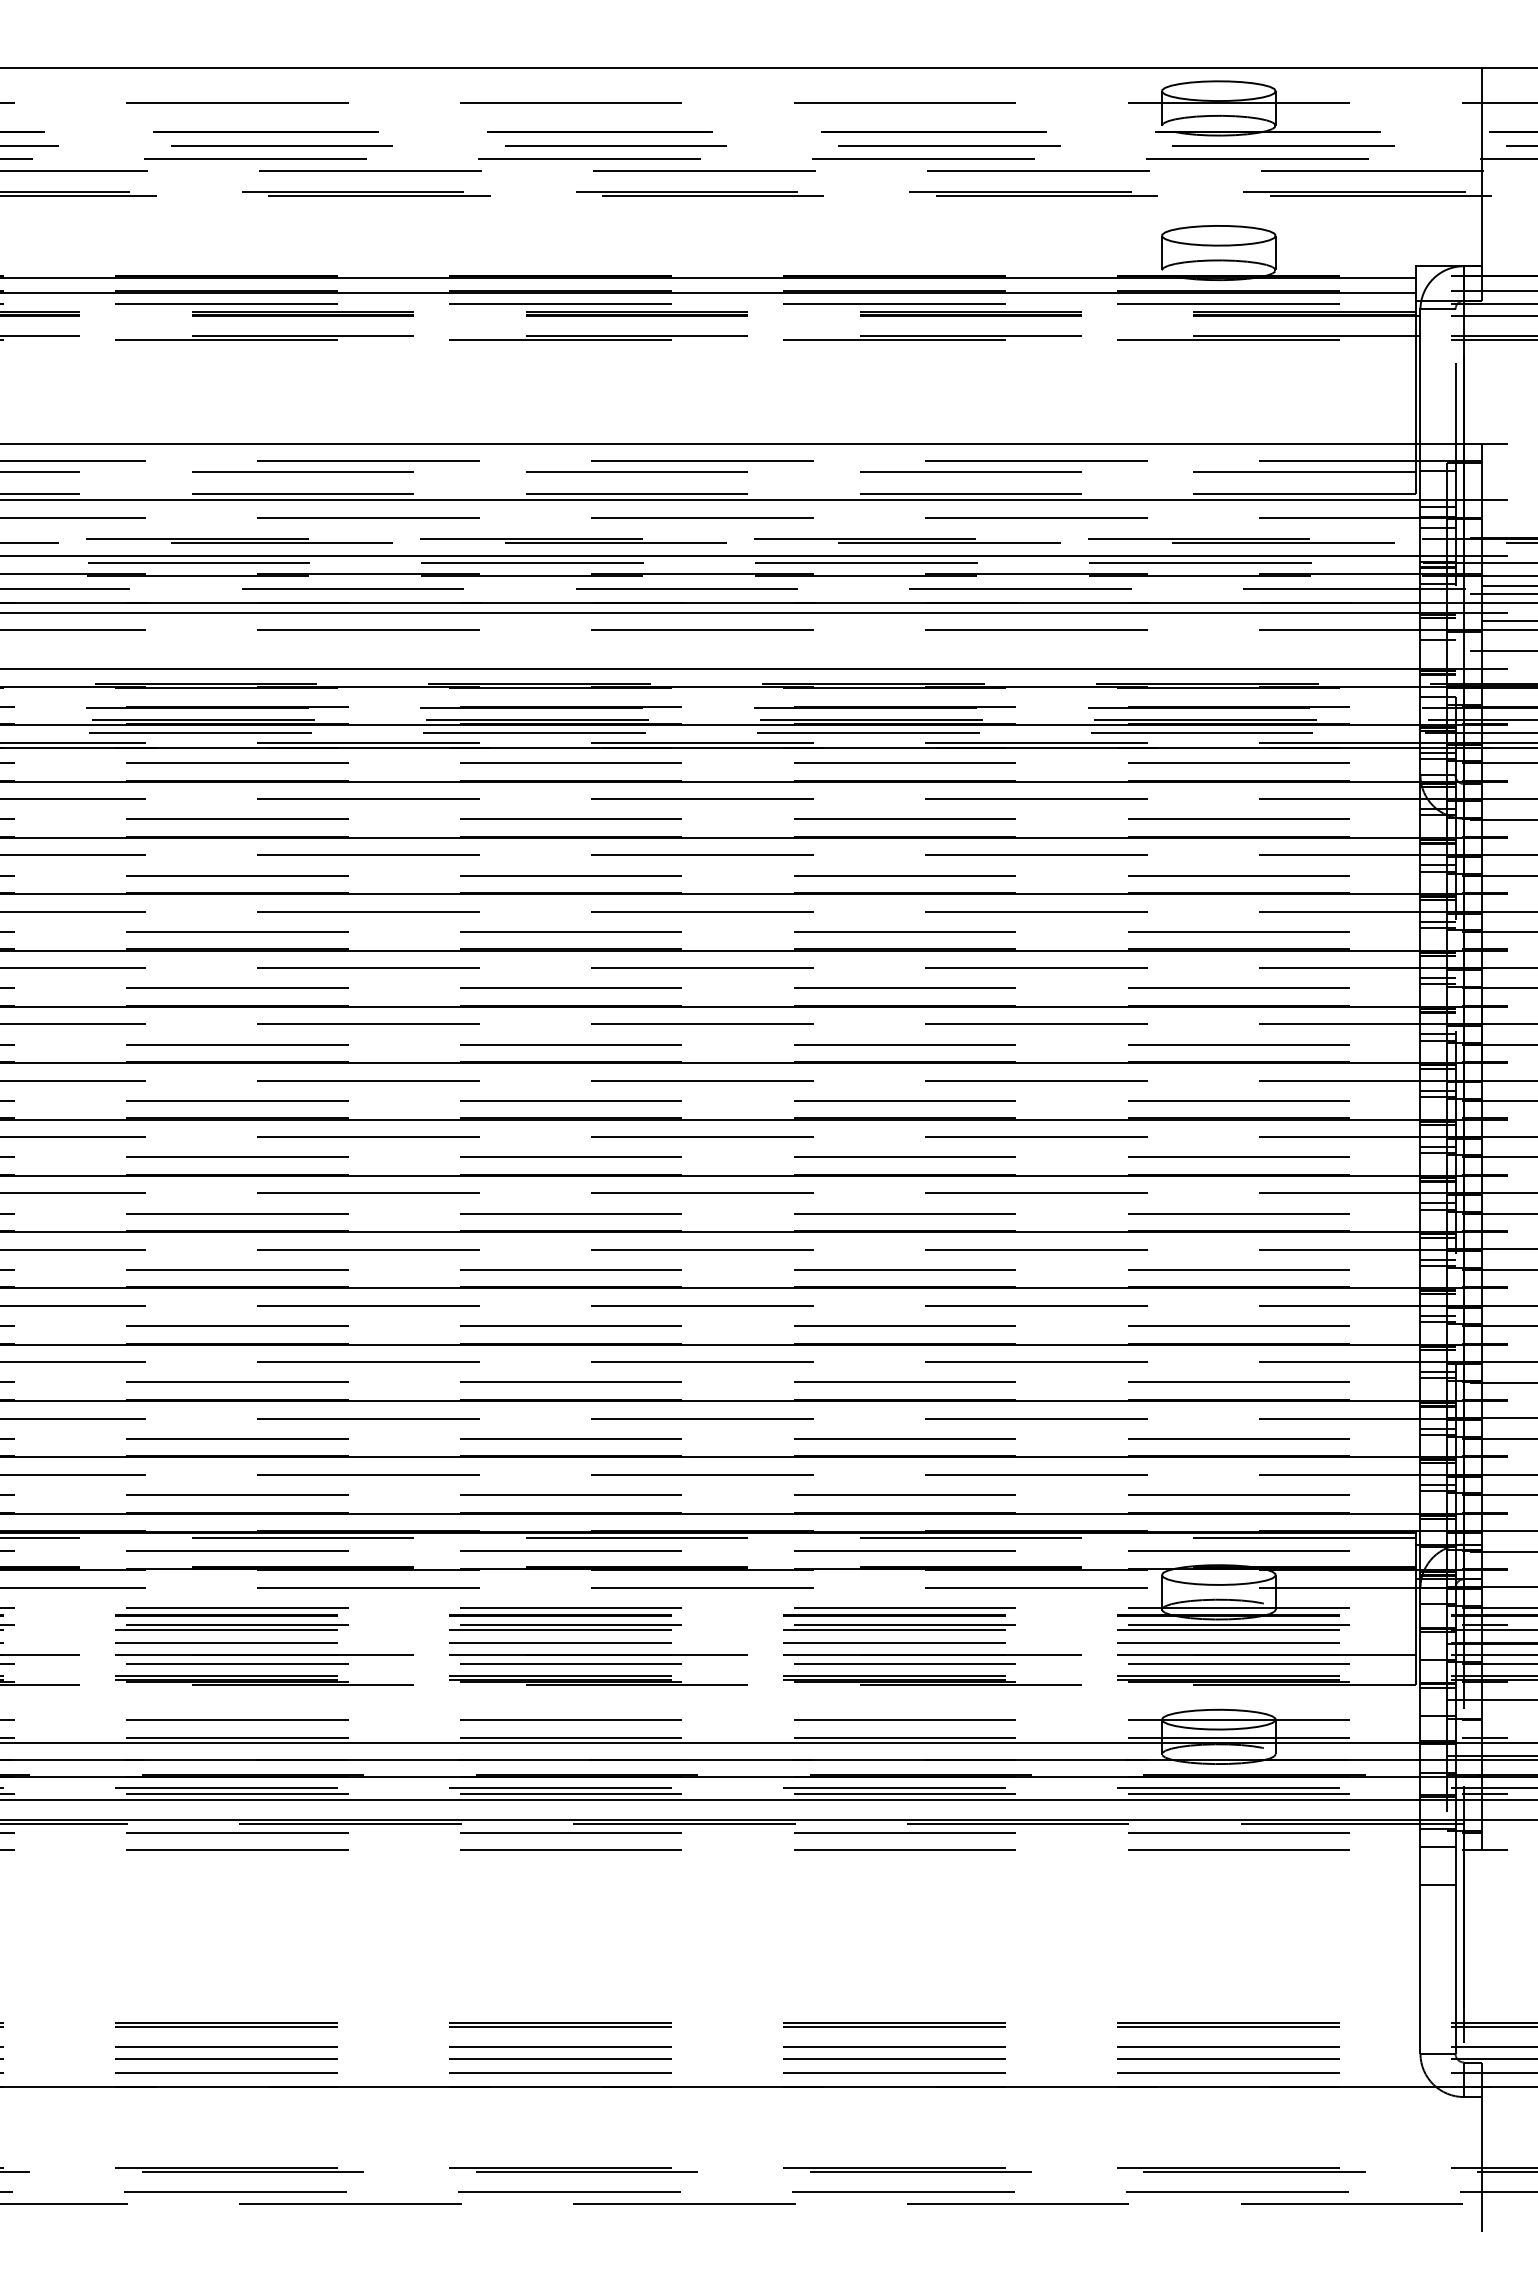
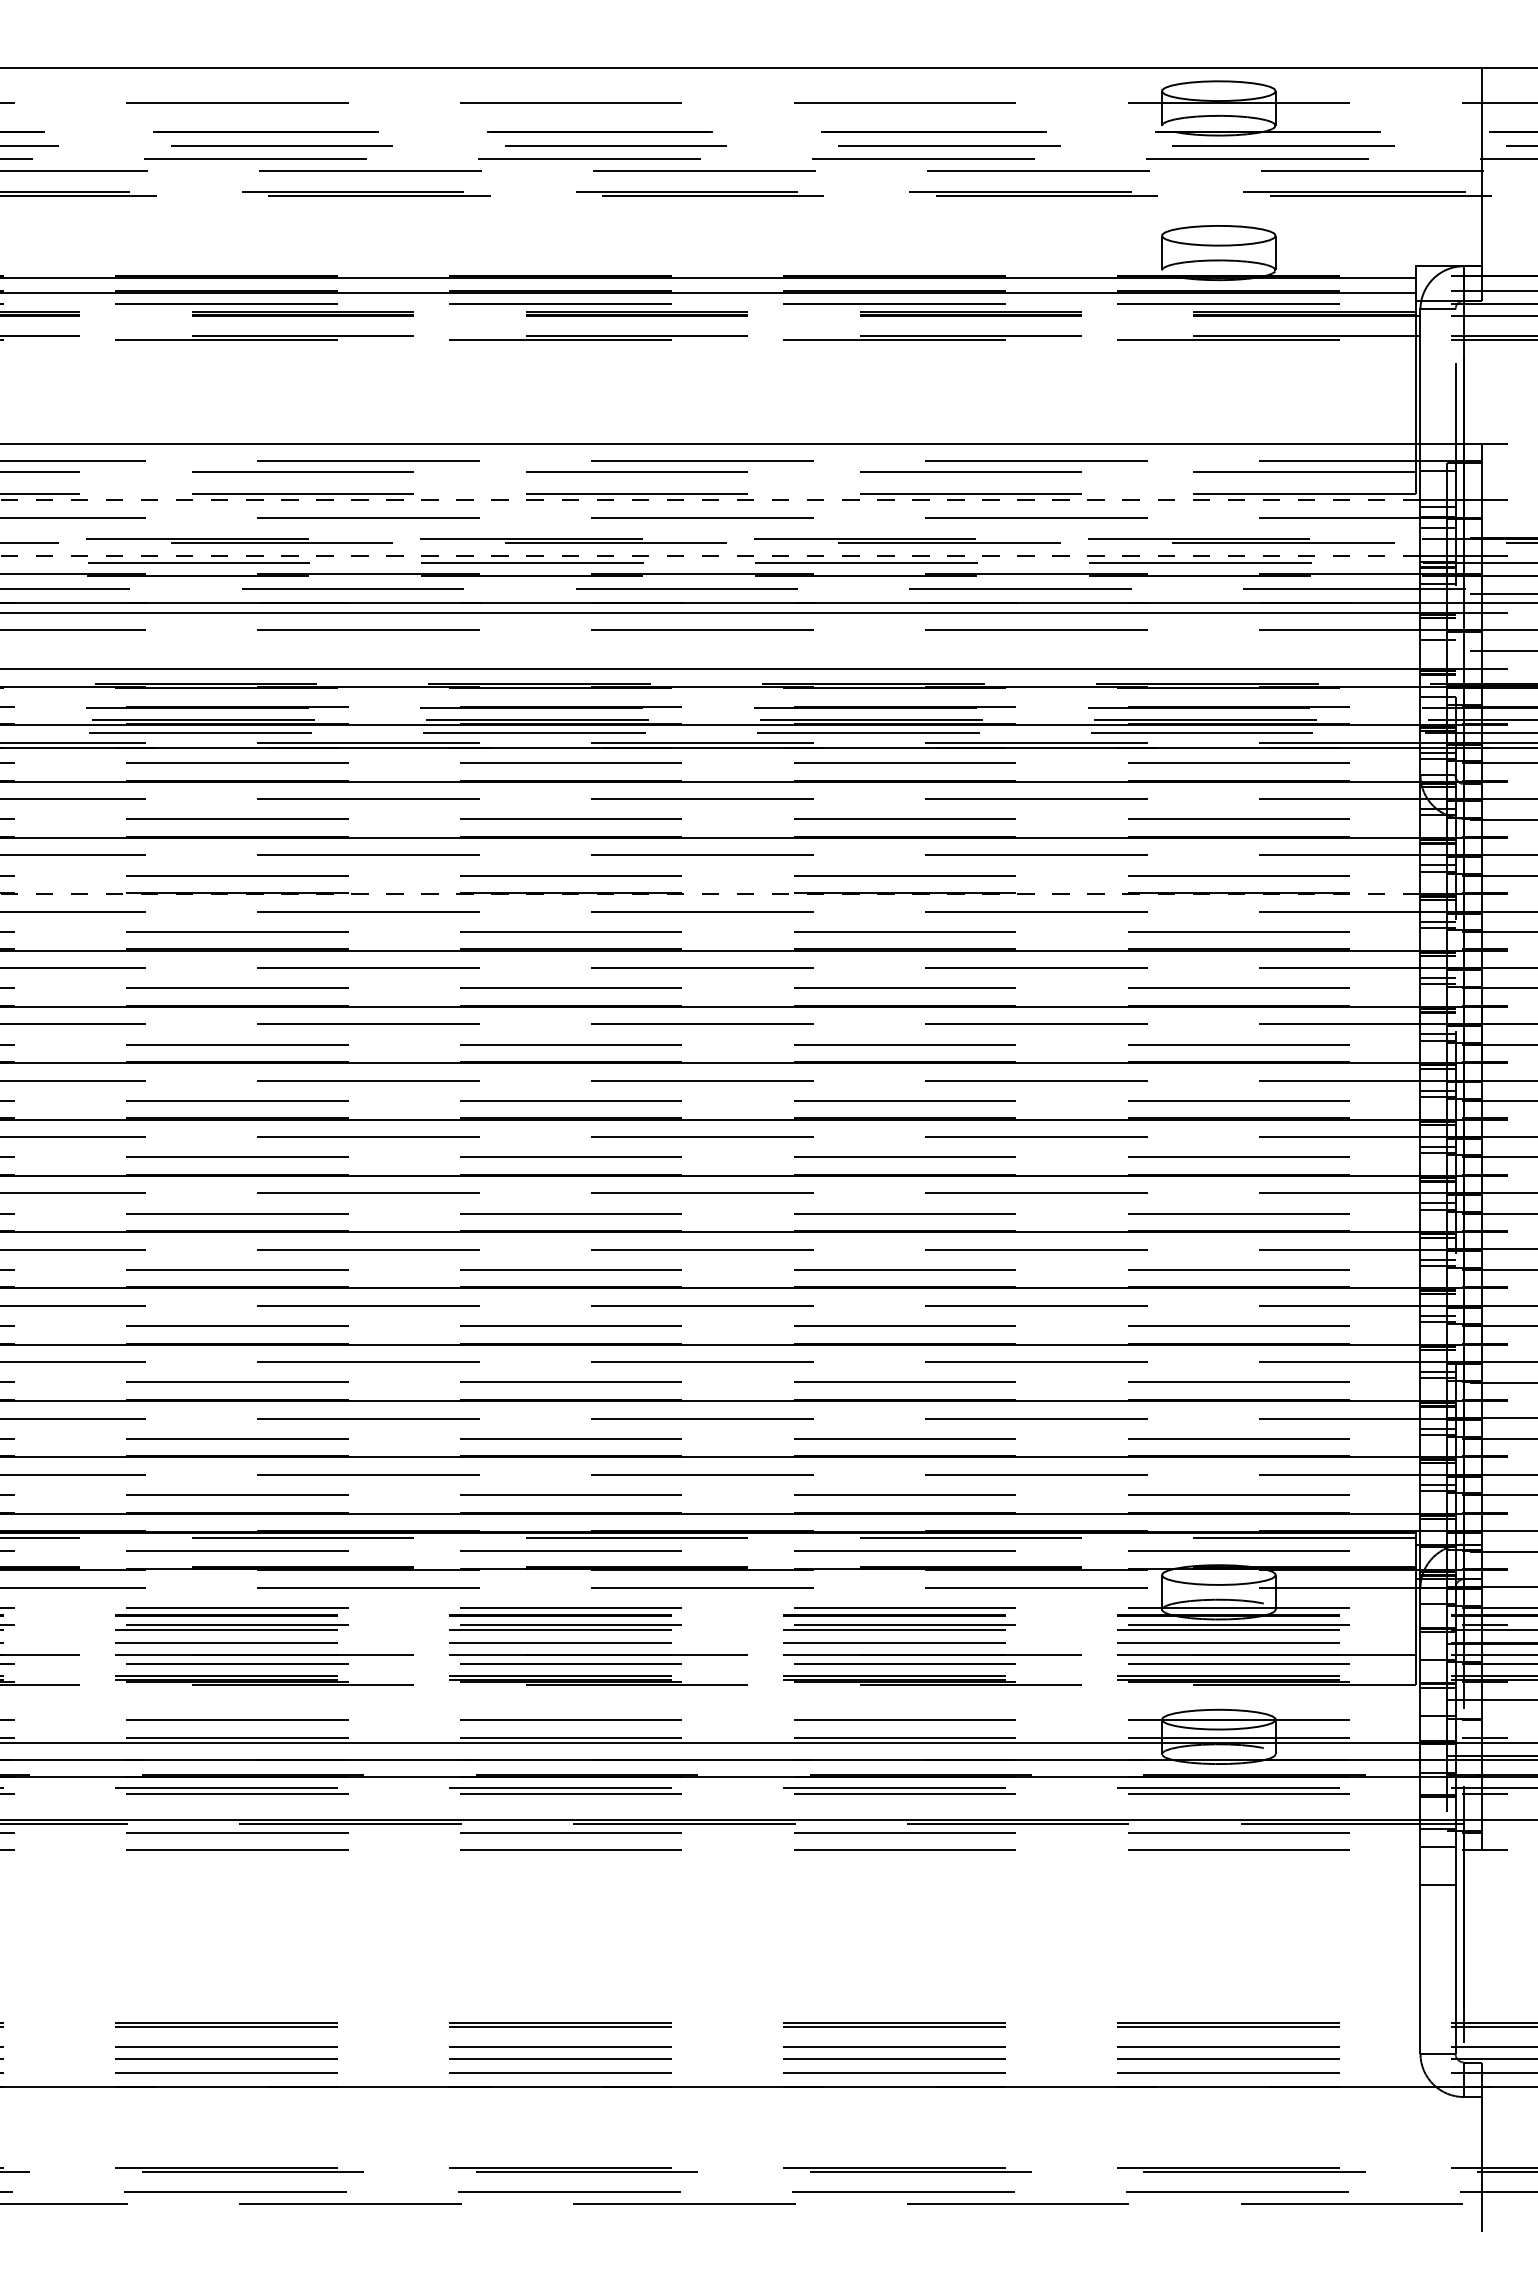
line at (710, 500): solid -> dashed
line at (710, 556): solid -> dashed
line at (1507, 586): present -> none
line at (1507, 620): present -> none
line at (710, 894): solid -> dashed
line at (768, 1799): present -> none
